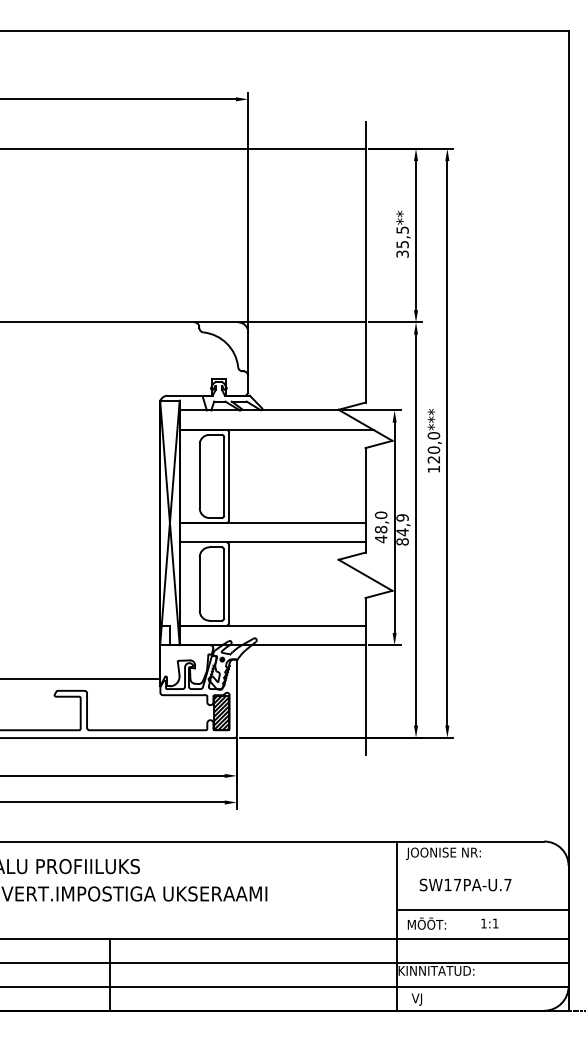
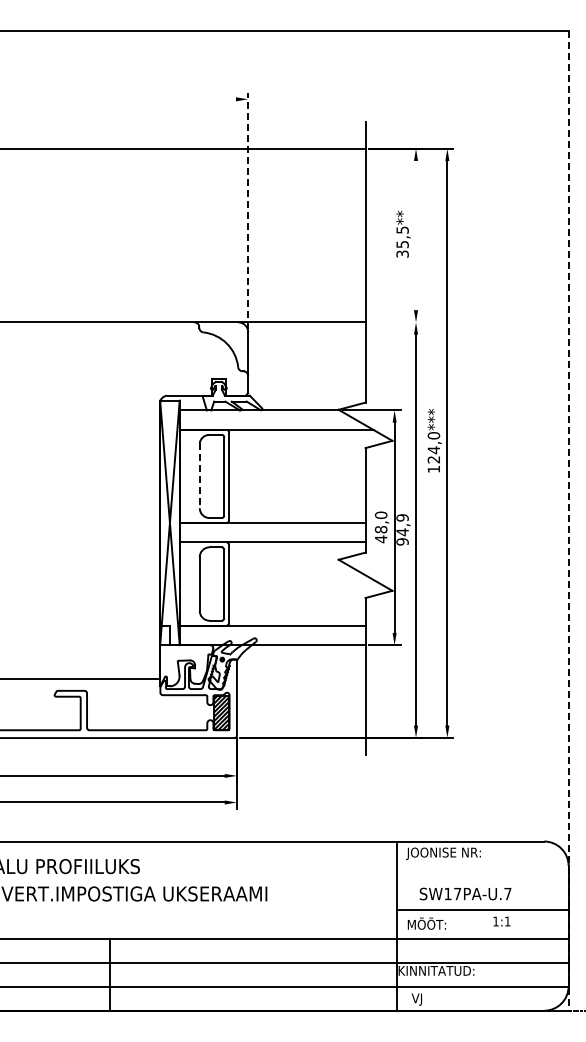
line at (118, 99): present -> none
line at (248, 211): solid -> dashed
line at (416, 235): present -> none
line at (395, 322): present -> none
text at (433, 450): 120,0*** -> 124,0***
line at (199, 476): solid -> dashed
line at (568, 521): solid -> dashed
text at (402, 541): 84,9 -> 94,9
text at (465, 884) position: (465, 884) -> (465, 893)
text at (489, 923) position: (489, 923) -> (501, 921)
